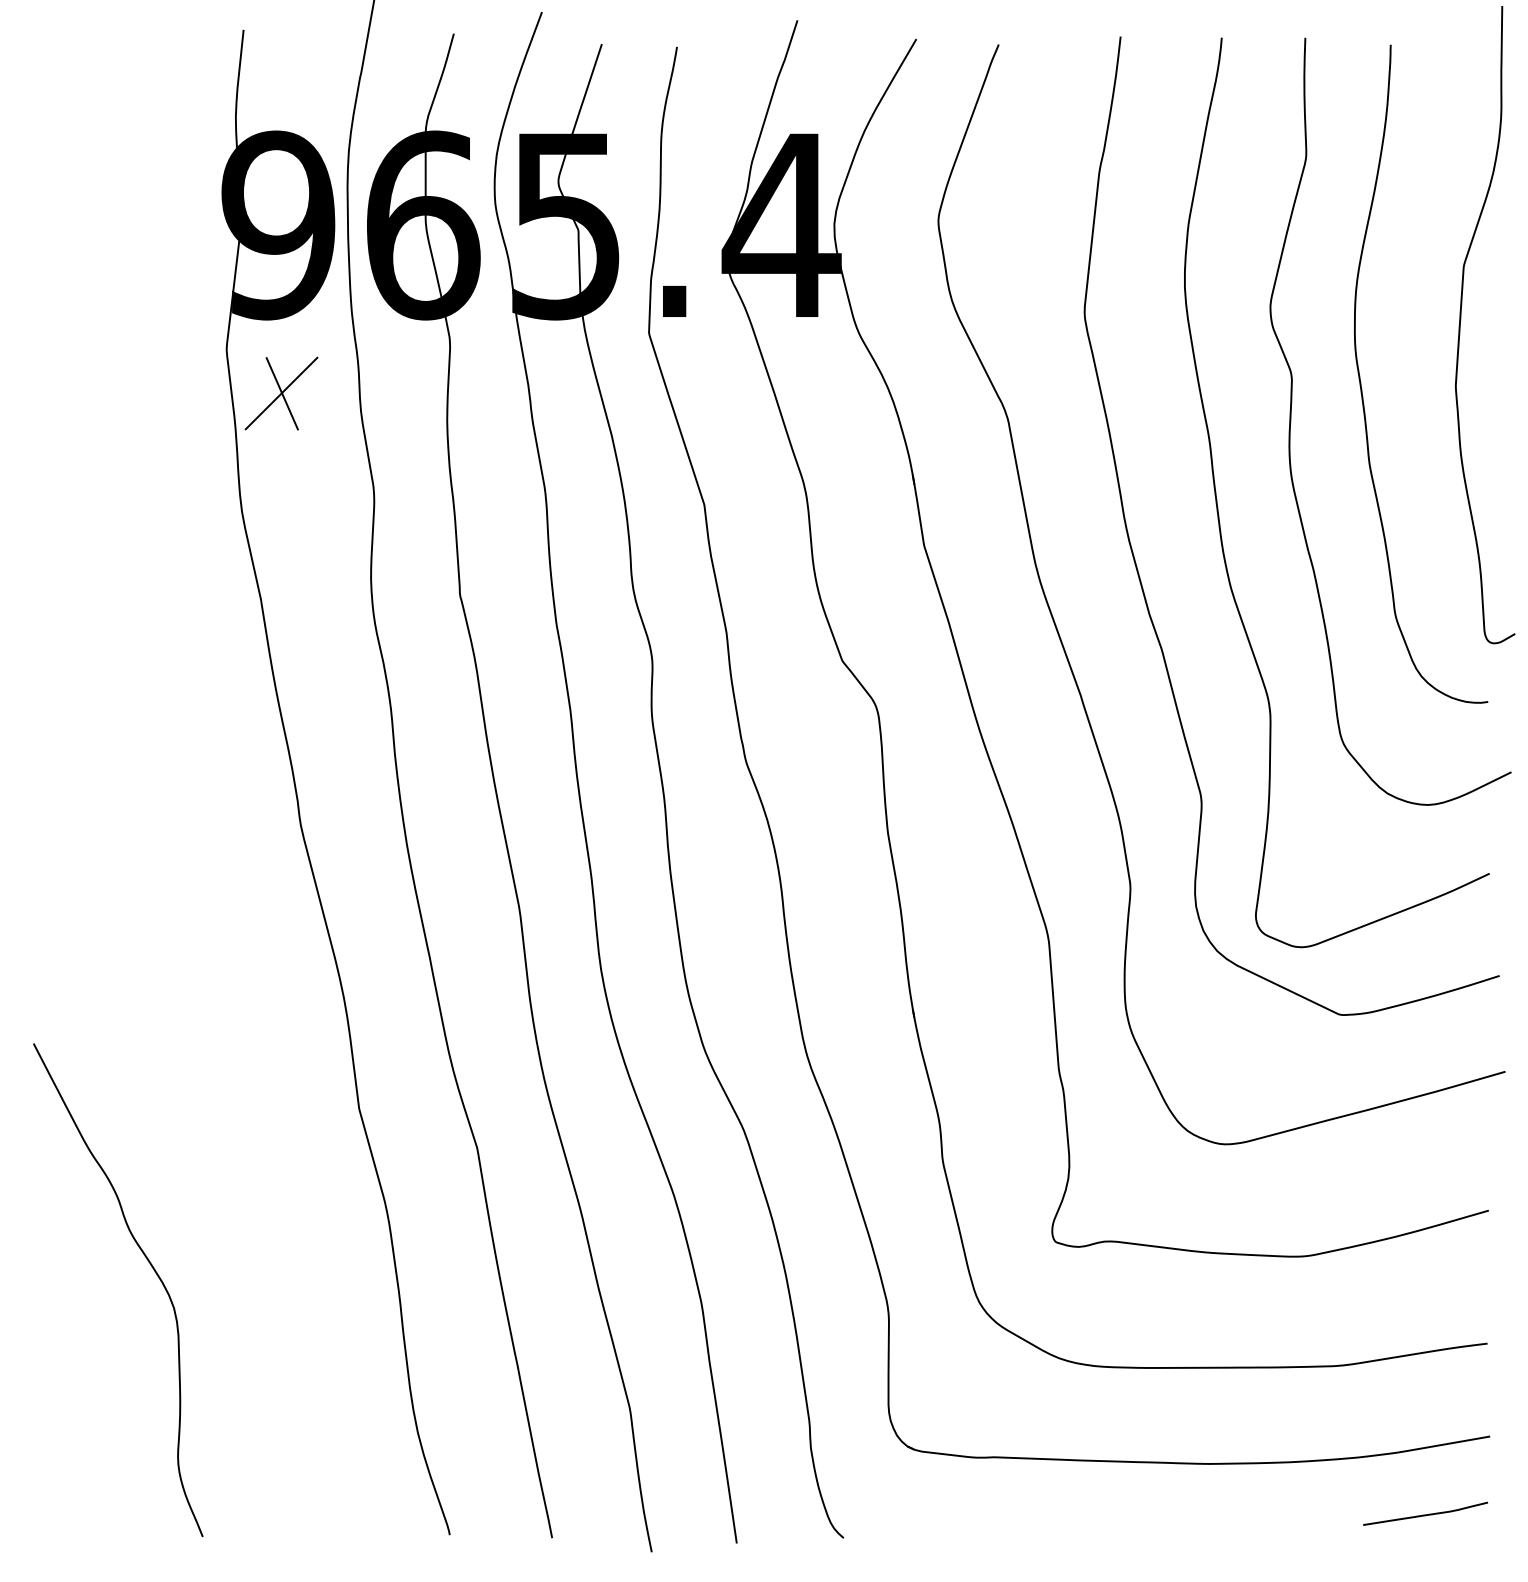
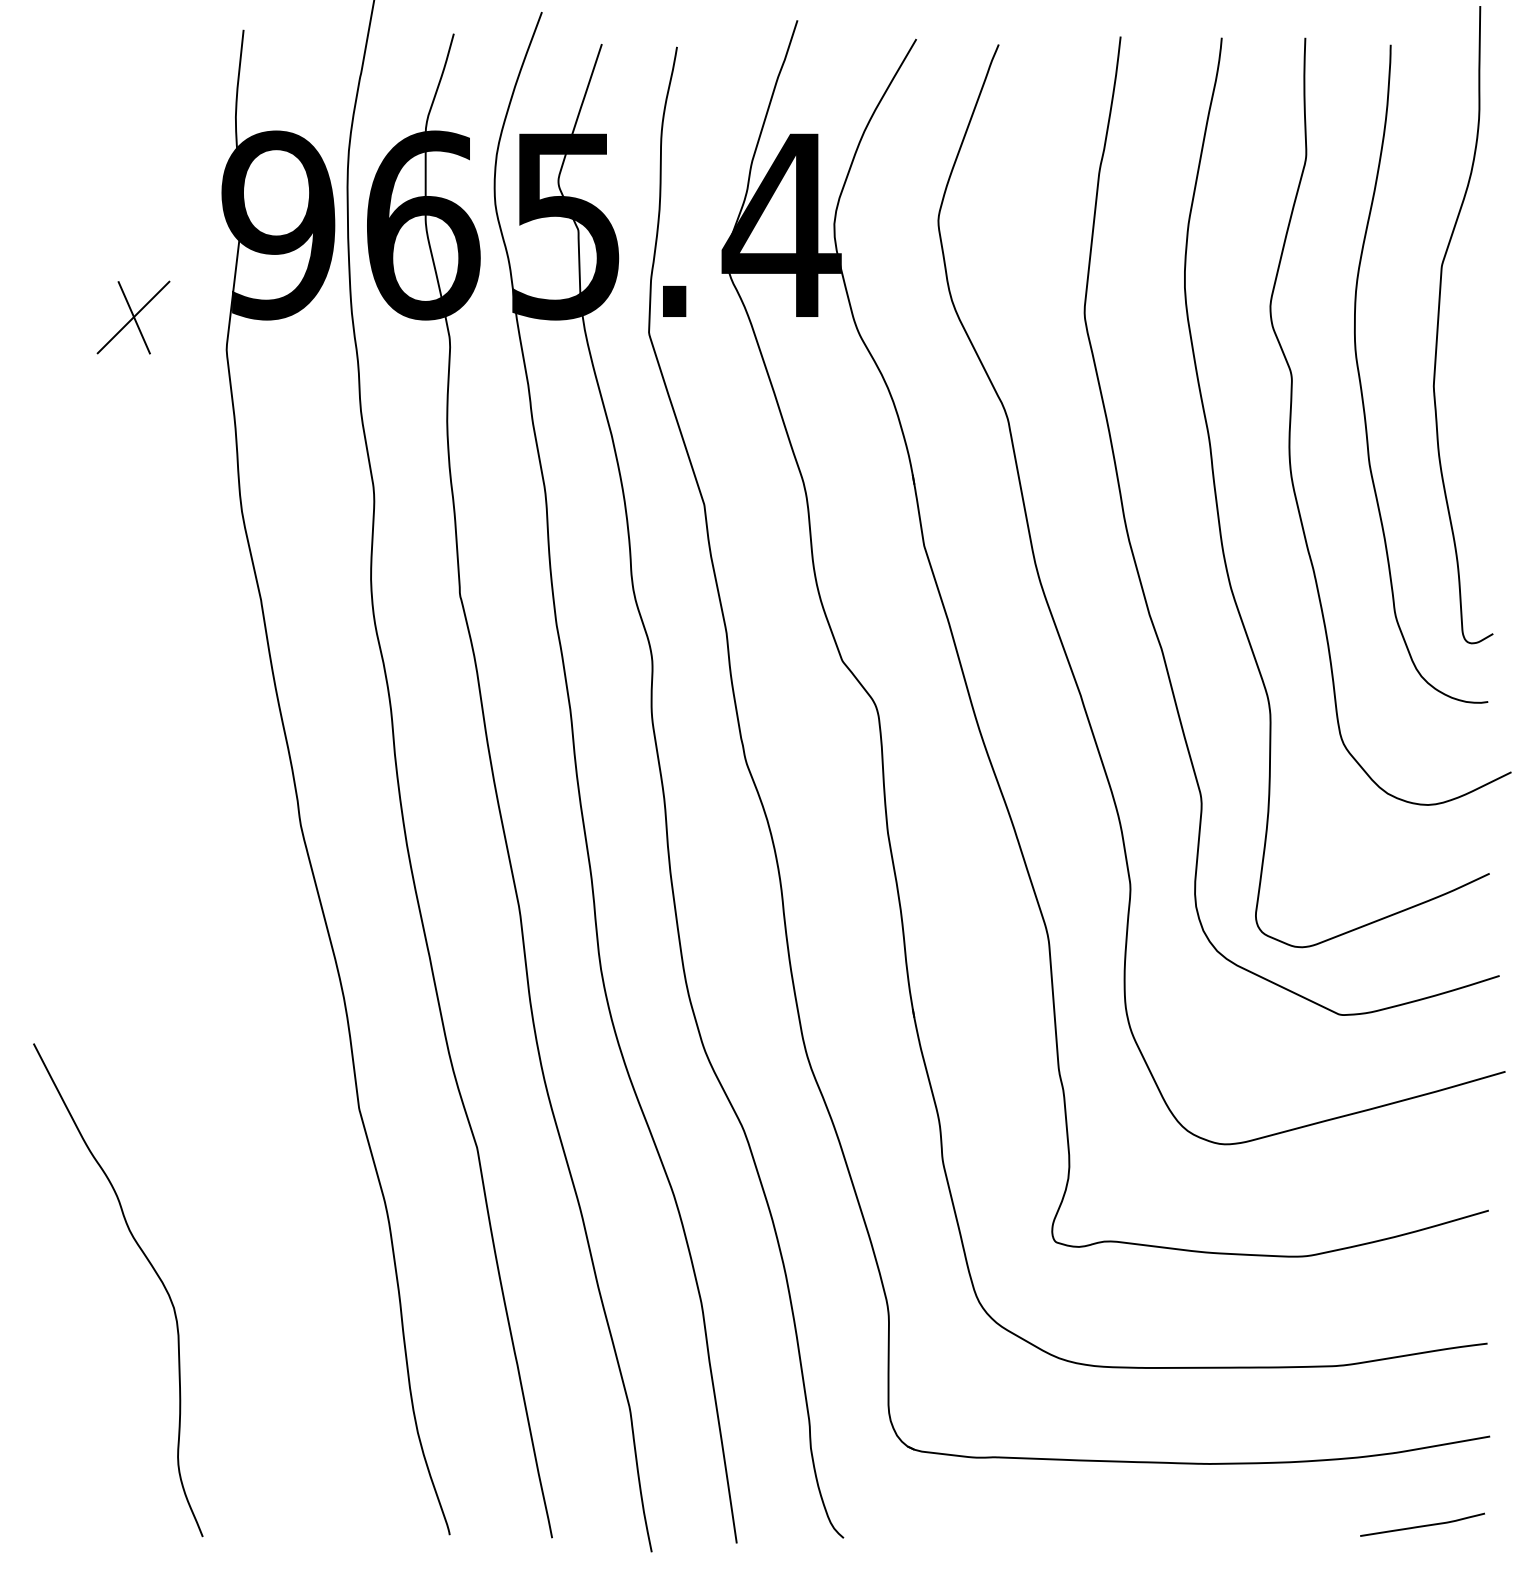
curve at (1461, 319) position: (1461, 319) -> (1439, 319)
part at (281, 393) position: (281, 393) -> (133, 317)
curve at (1425, 1514) position: (1425, 1514) -> (1422, 1525)
